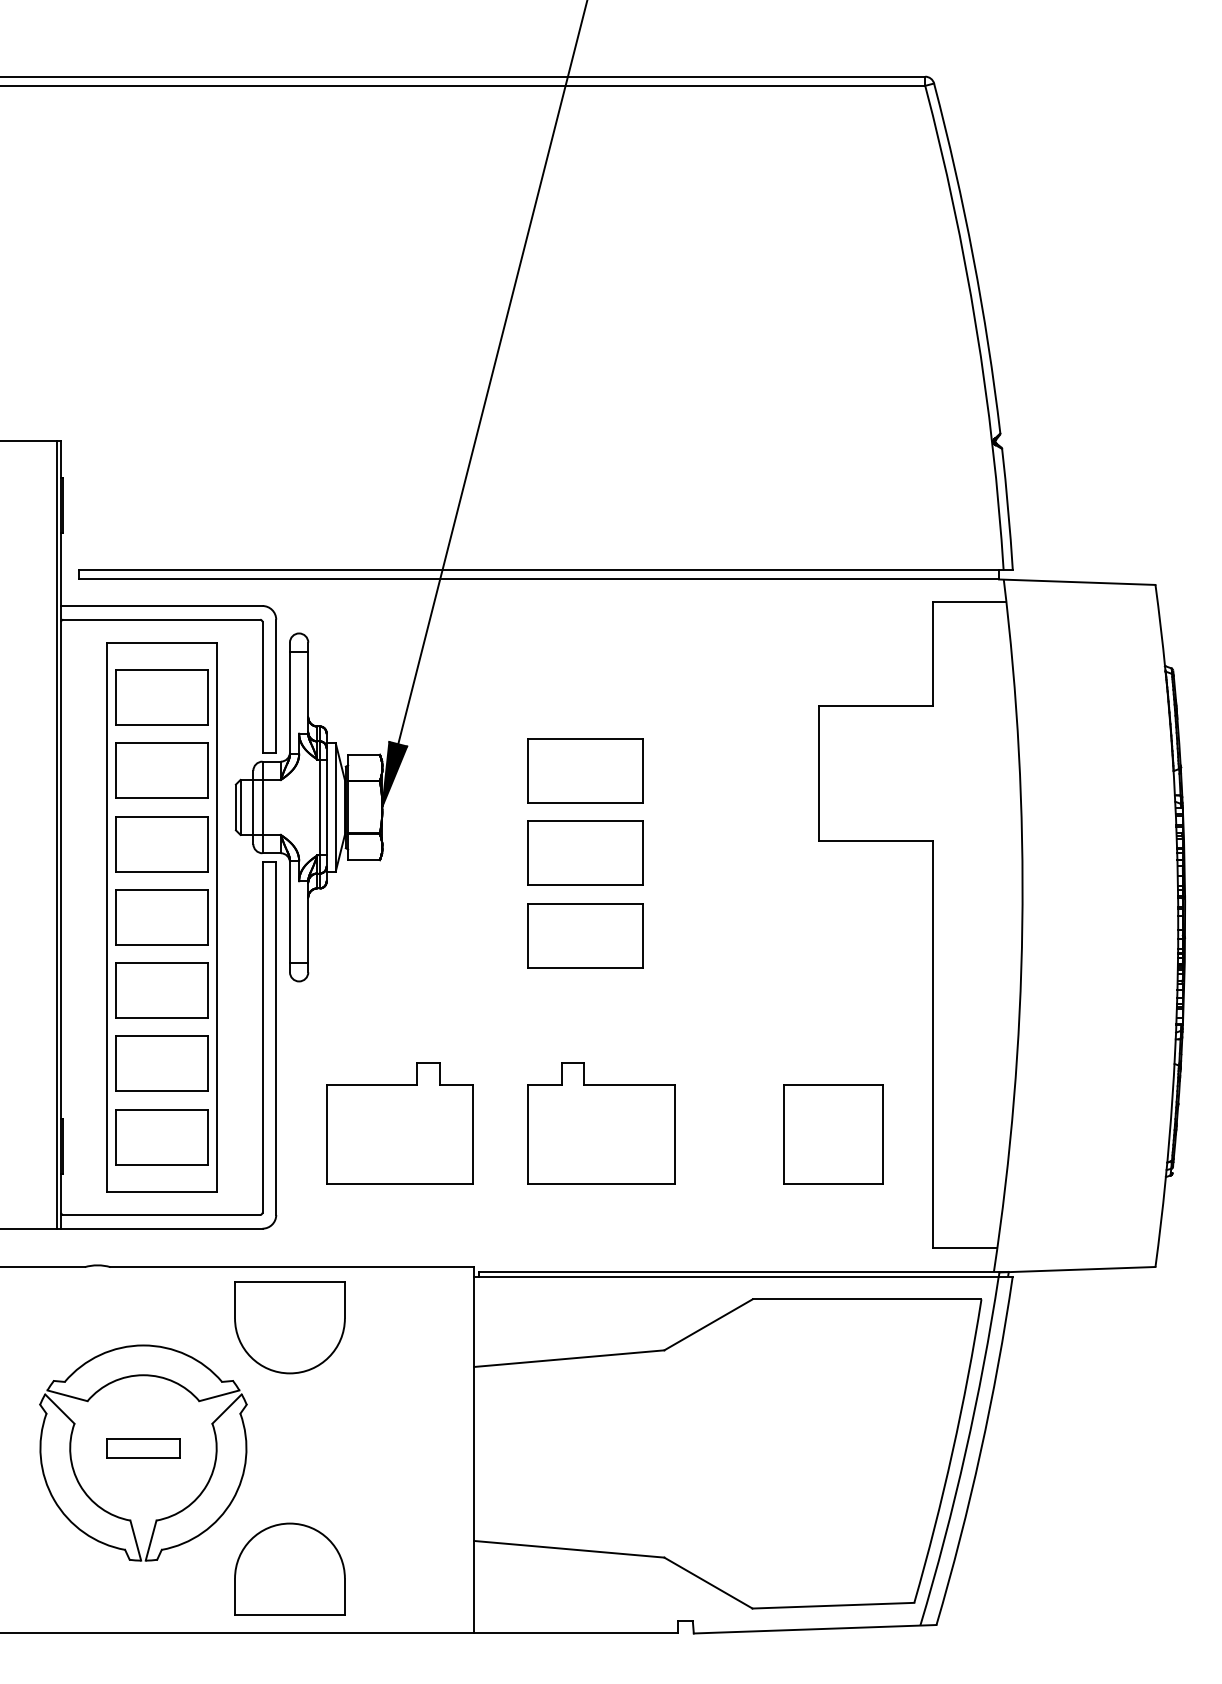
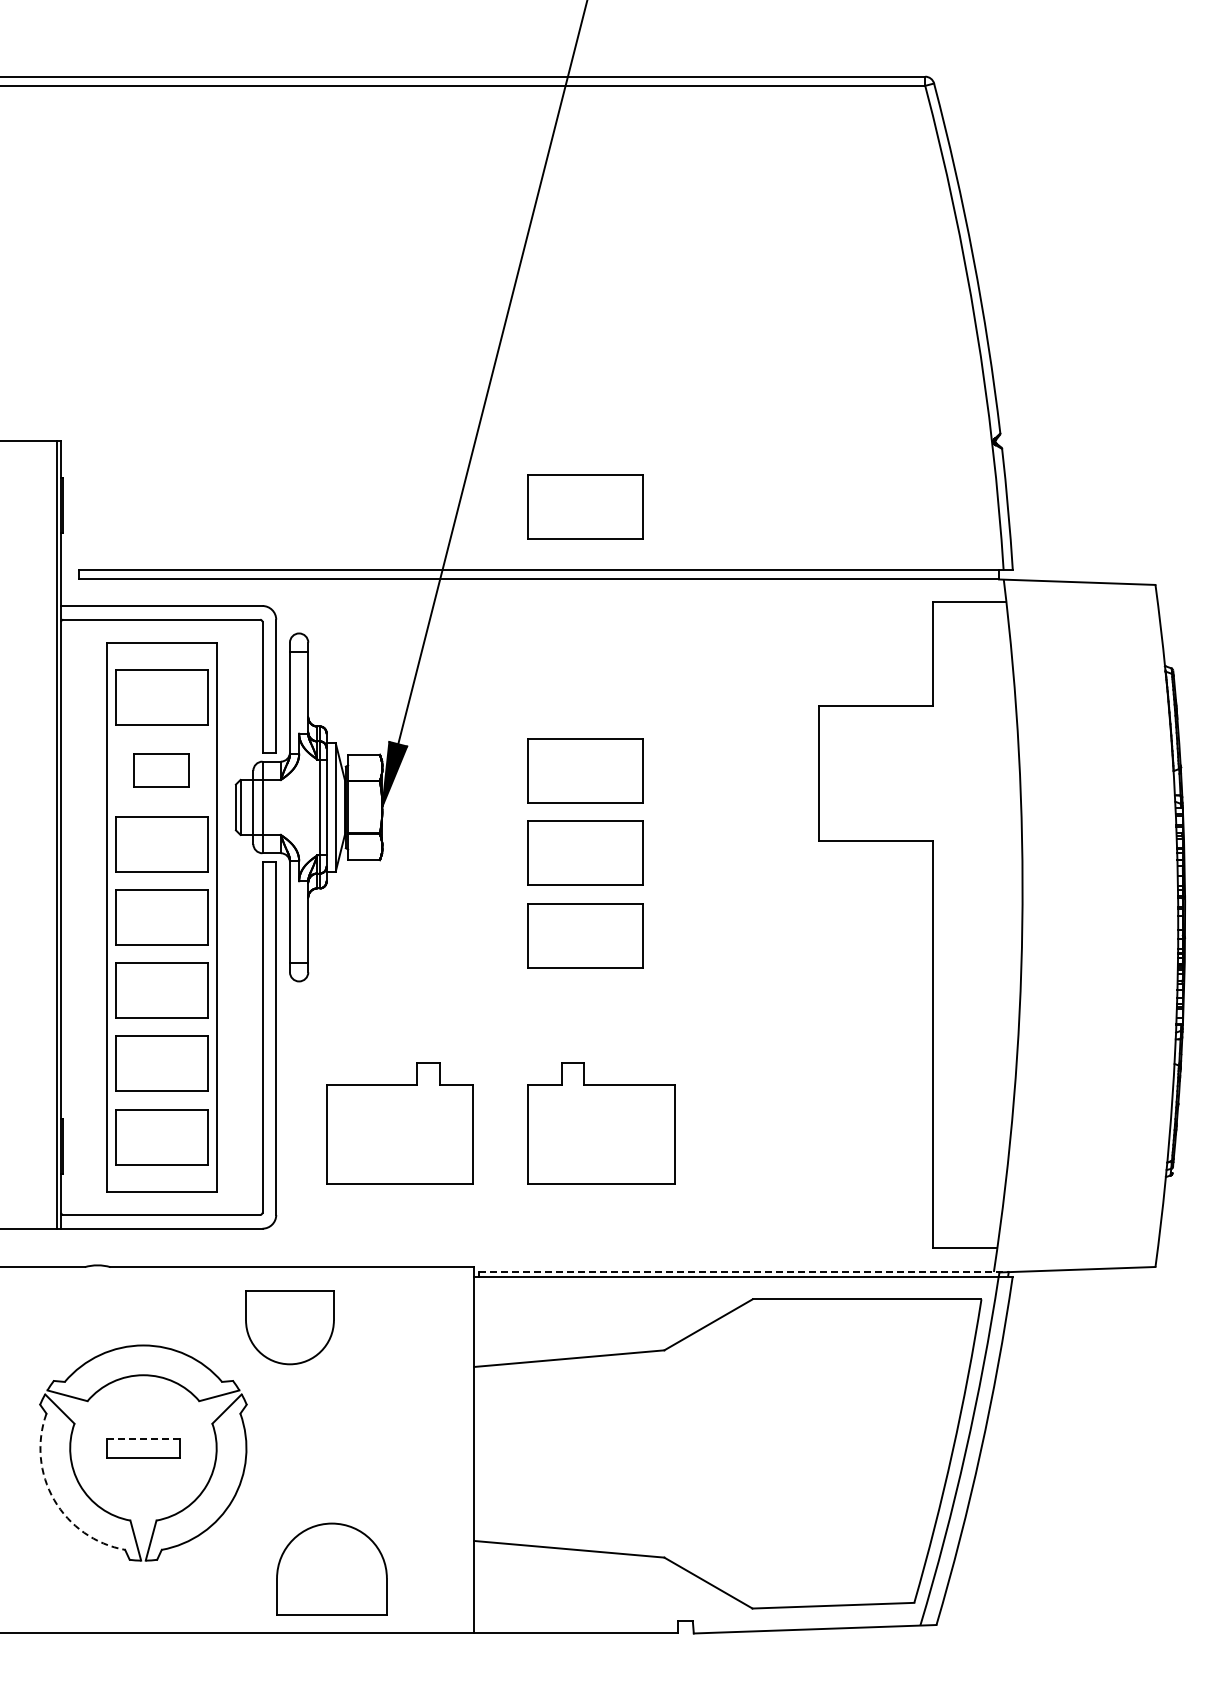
part at (585, 506): none -> present
part at (161, 770) size: 94x57 px -> 57x35 px
part at (833, 1134): present -> none
line at (743, 1271): solid -> dashed
part at (289, 1327) size: 112x94 px -> 90x76 px
line at (143, 1439): solid -> dashed
arc at (54, 1500): solid -> dashed
part at (289, 1568) position: (289, 1568) -> (331, 1568)
